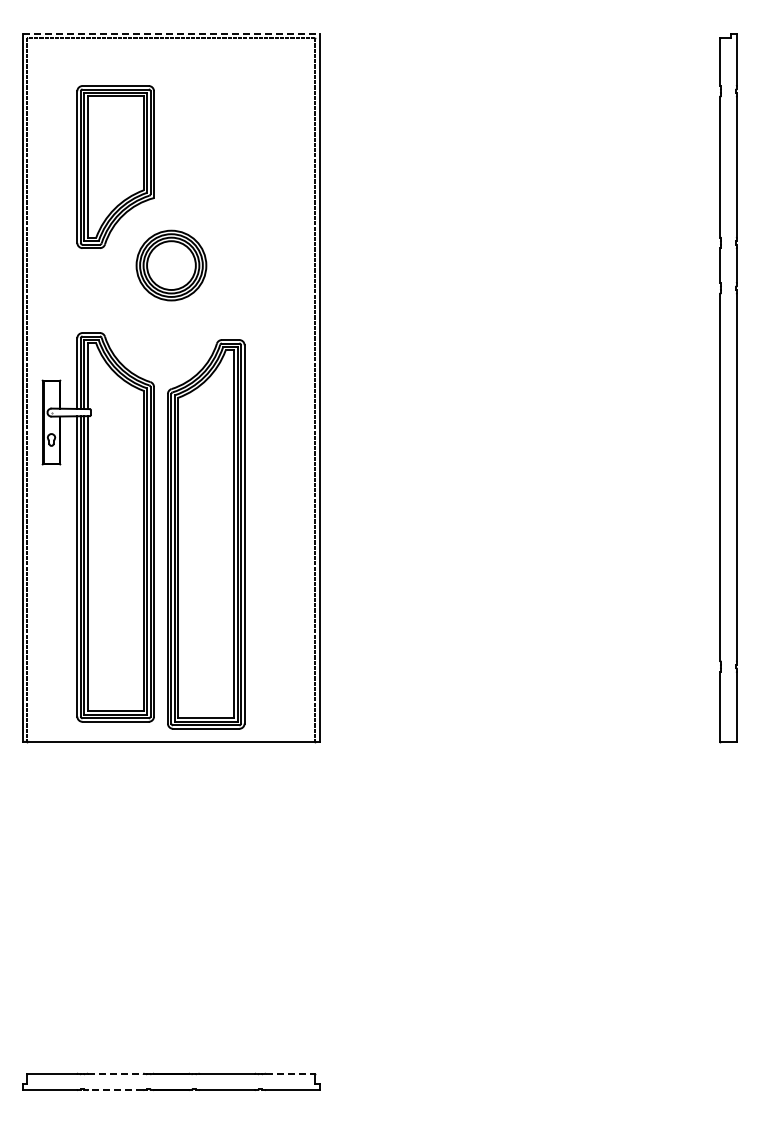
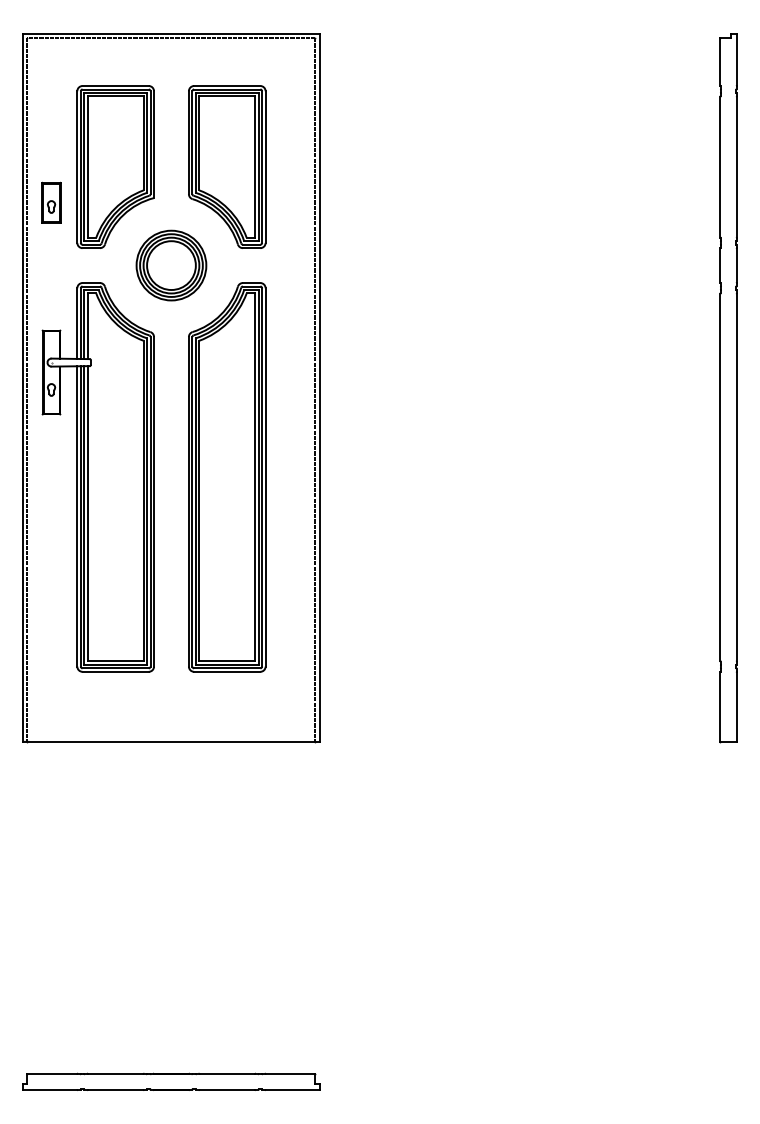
line at (171, 33): dashed -> solid
part at (227, 166): none -> present
part at (51, 202): none -> present
part at (97, 527) position: (97, 527) -> (97, 477)
part at (206, 534) position: (206, 534) -> (227, 477)
line at (115, 1073): dashed -> solid
line at (290, 1073): dashed -> solid
line at (115, 1090): dashed -> solid
